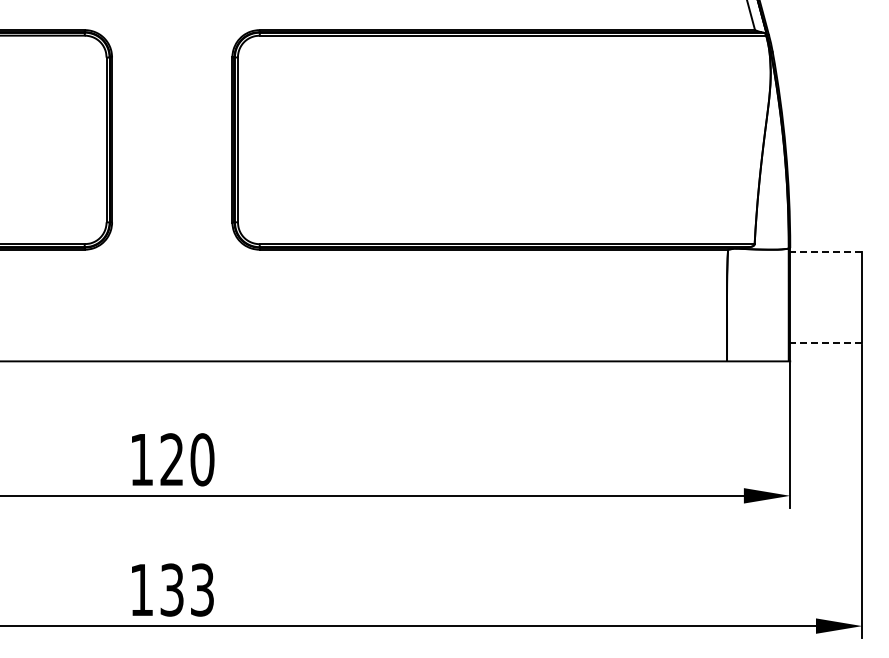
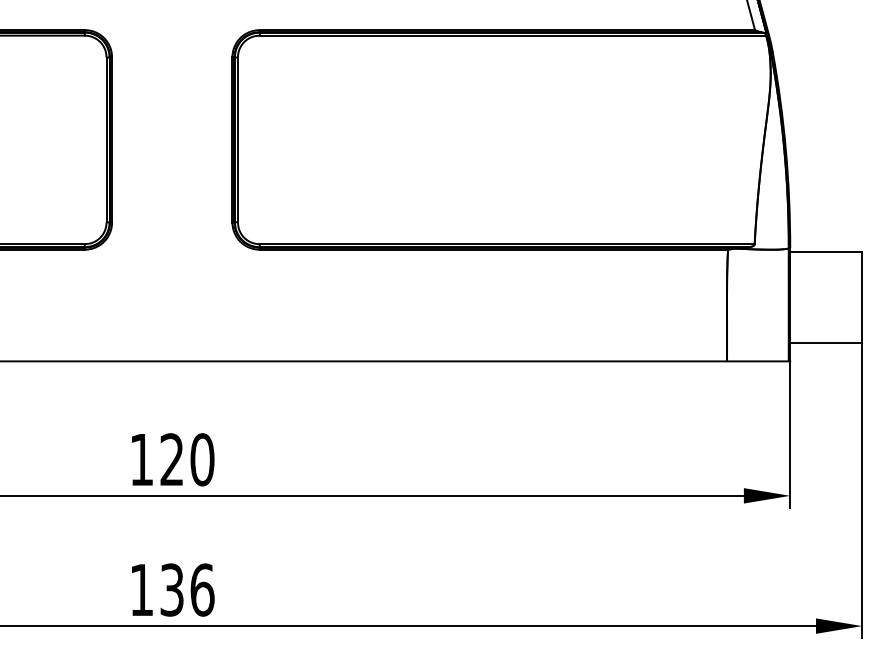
line at (825, 252): dashed -> solid
line at (825, 342): dashed -> solid
text at (202, 589): 133 -> 136
